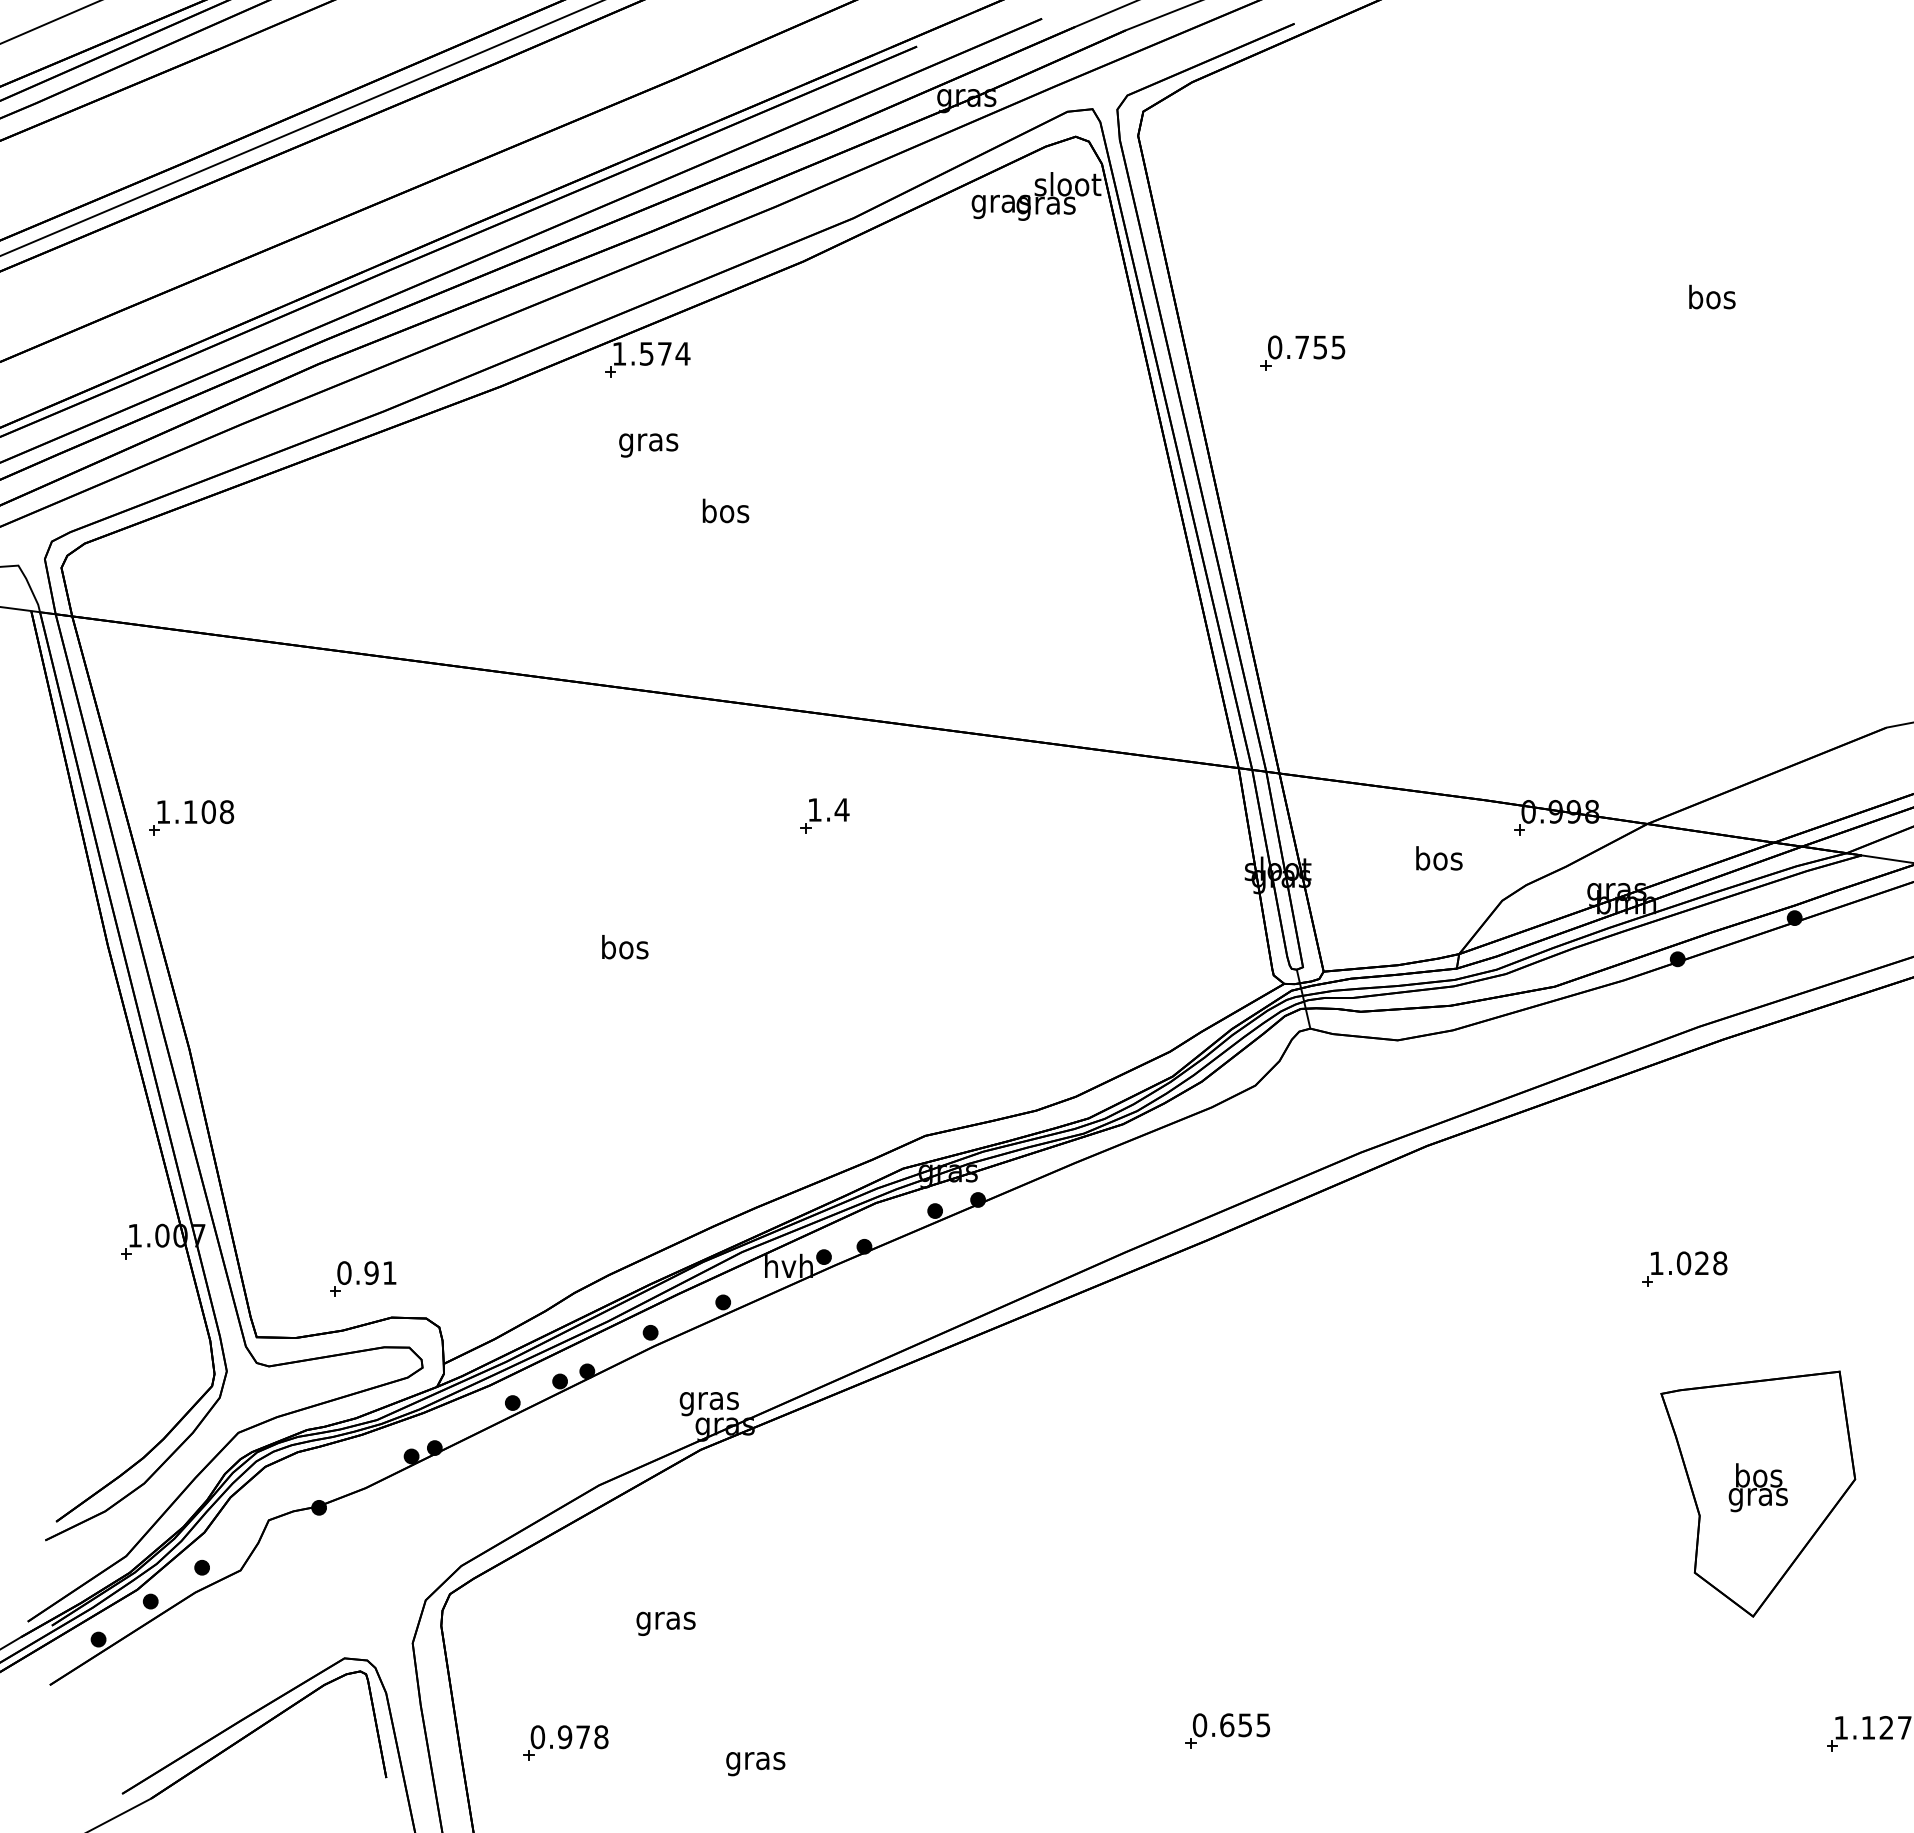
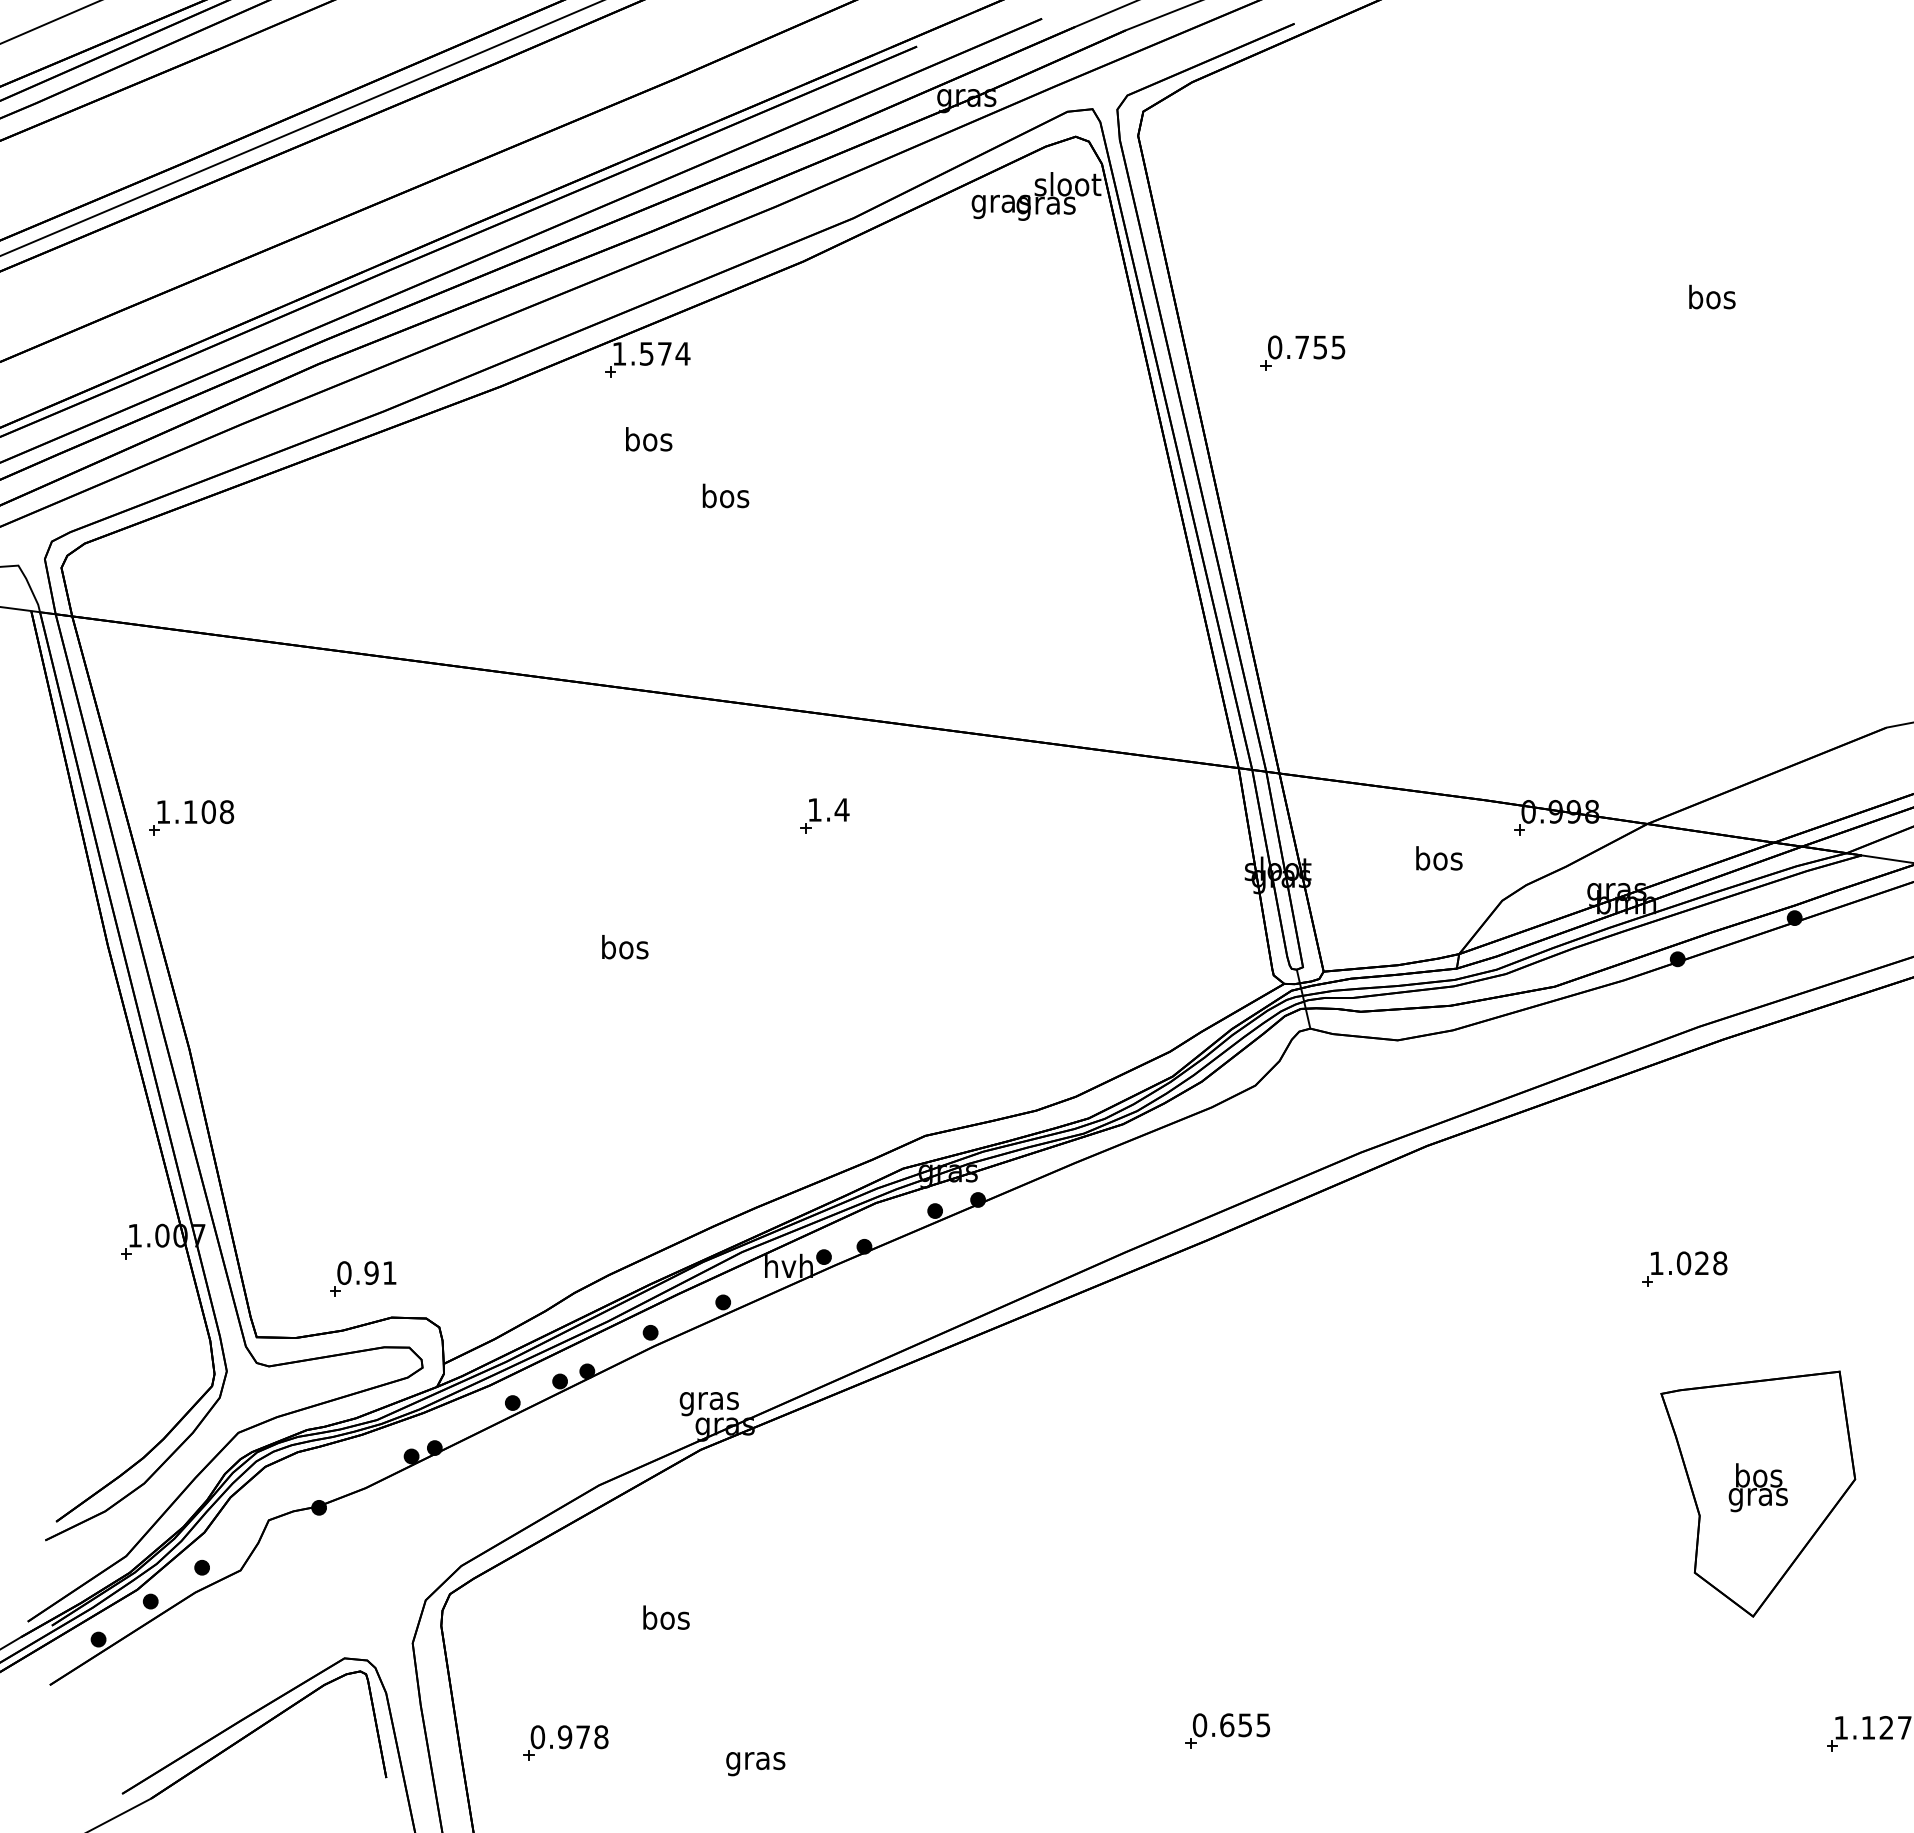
text at (648, 442): gras -> bos
text at (725, 510) position: (725, 510) -> (725, 495)
text at (665, 1620): gras -> bos
